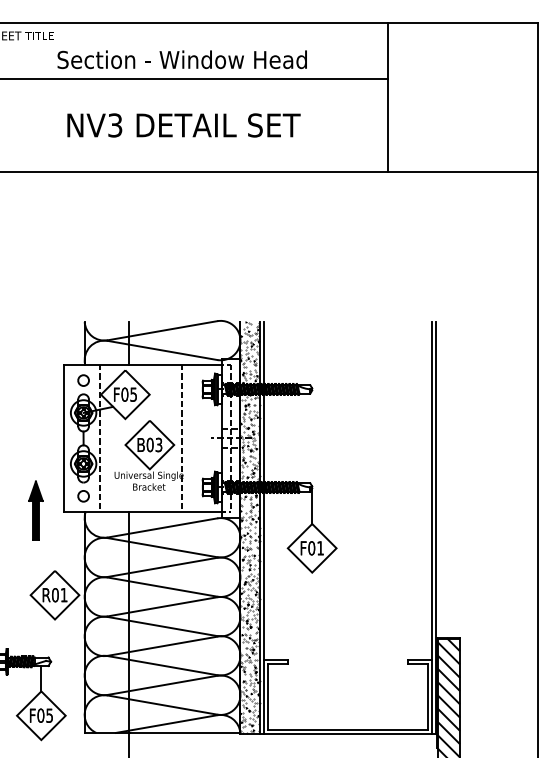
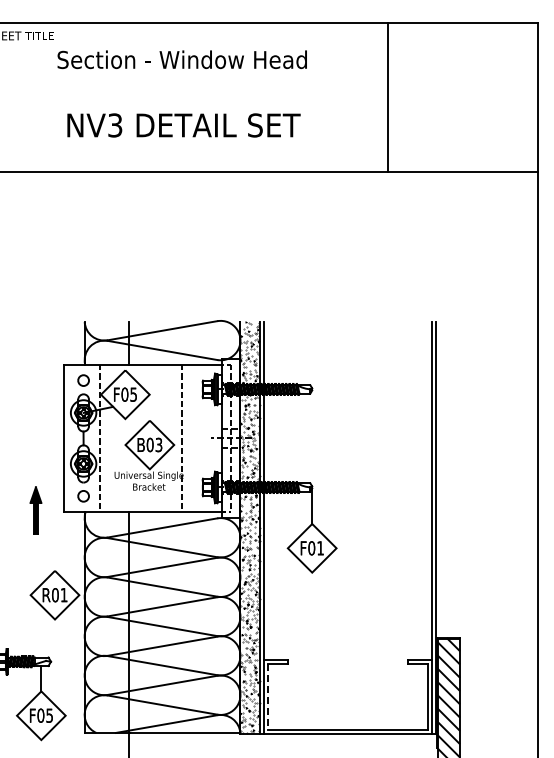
line at (195, 78): present -> none
part at (35, 510) size: 16x61 px -> 14x49 px
line at (268, 697): solid -> dashed
